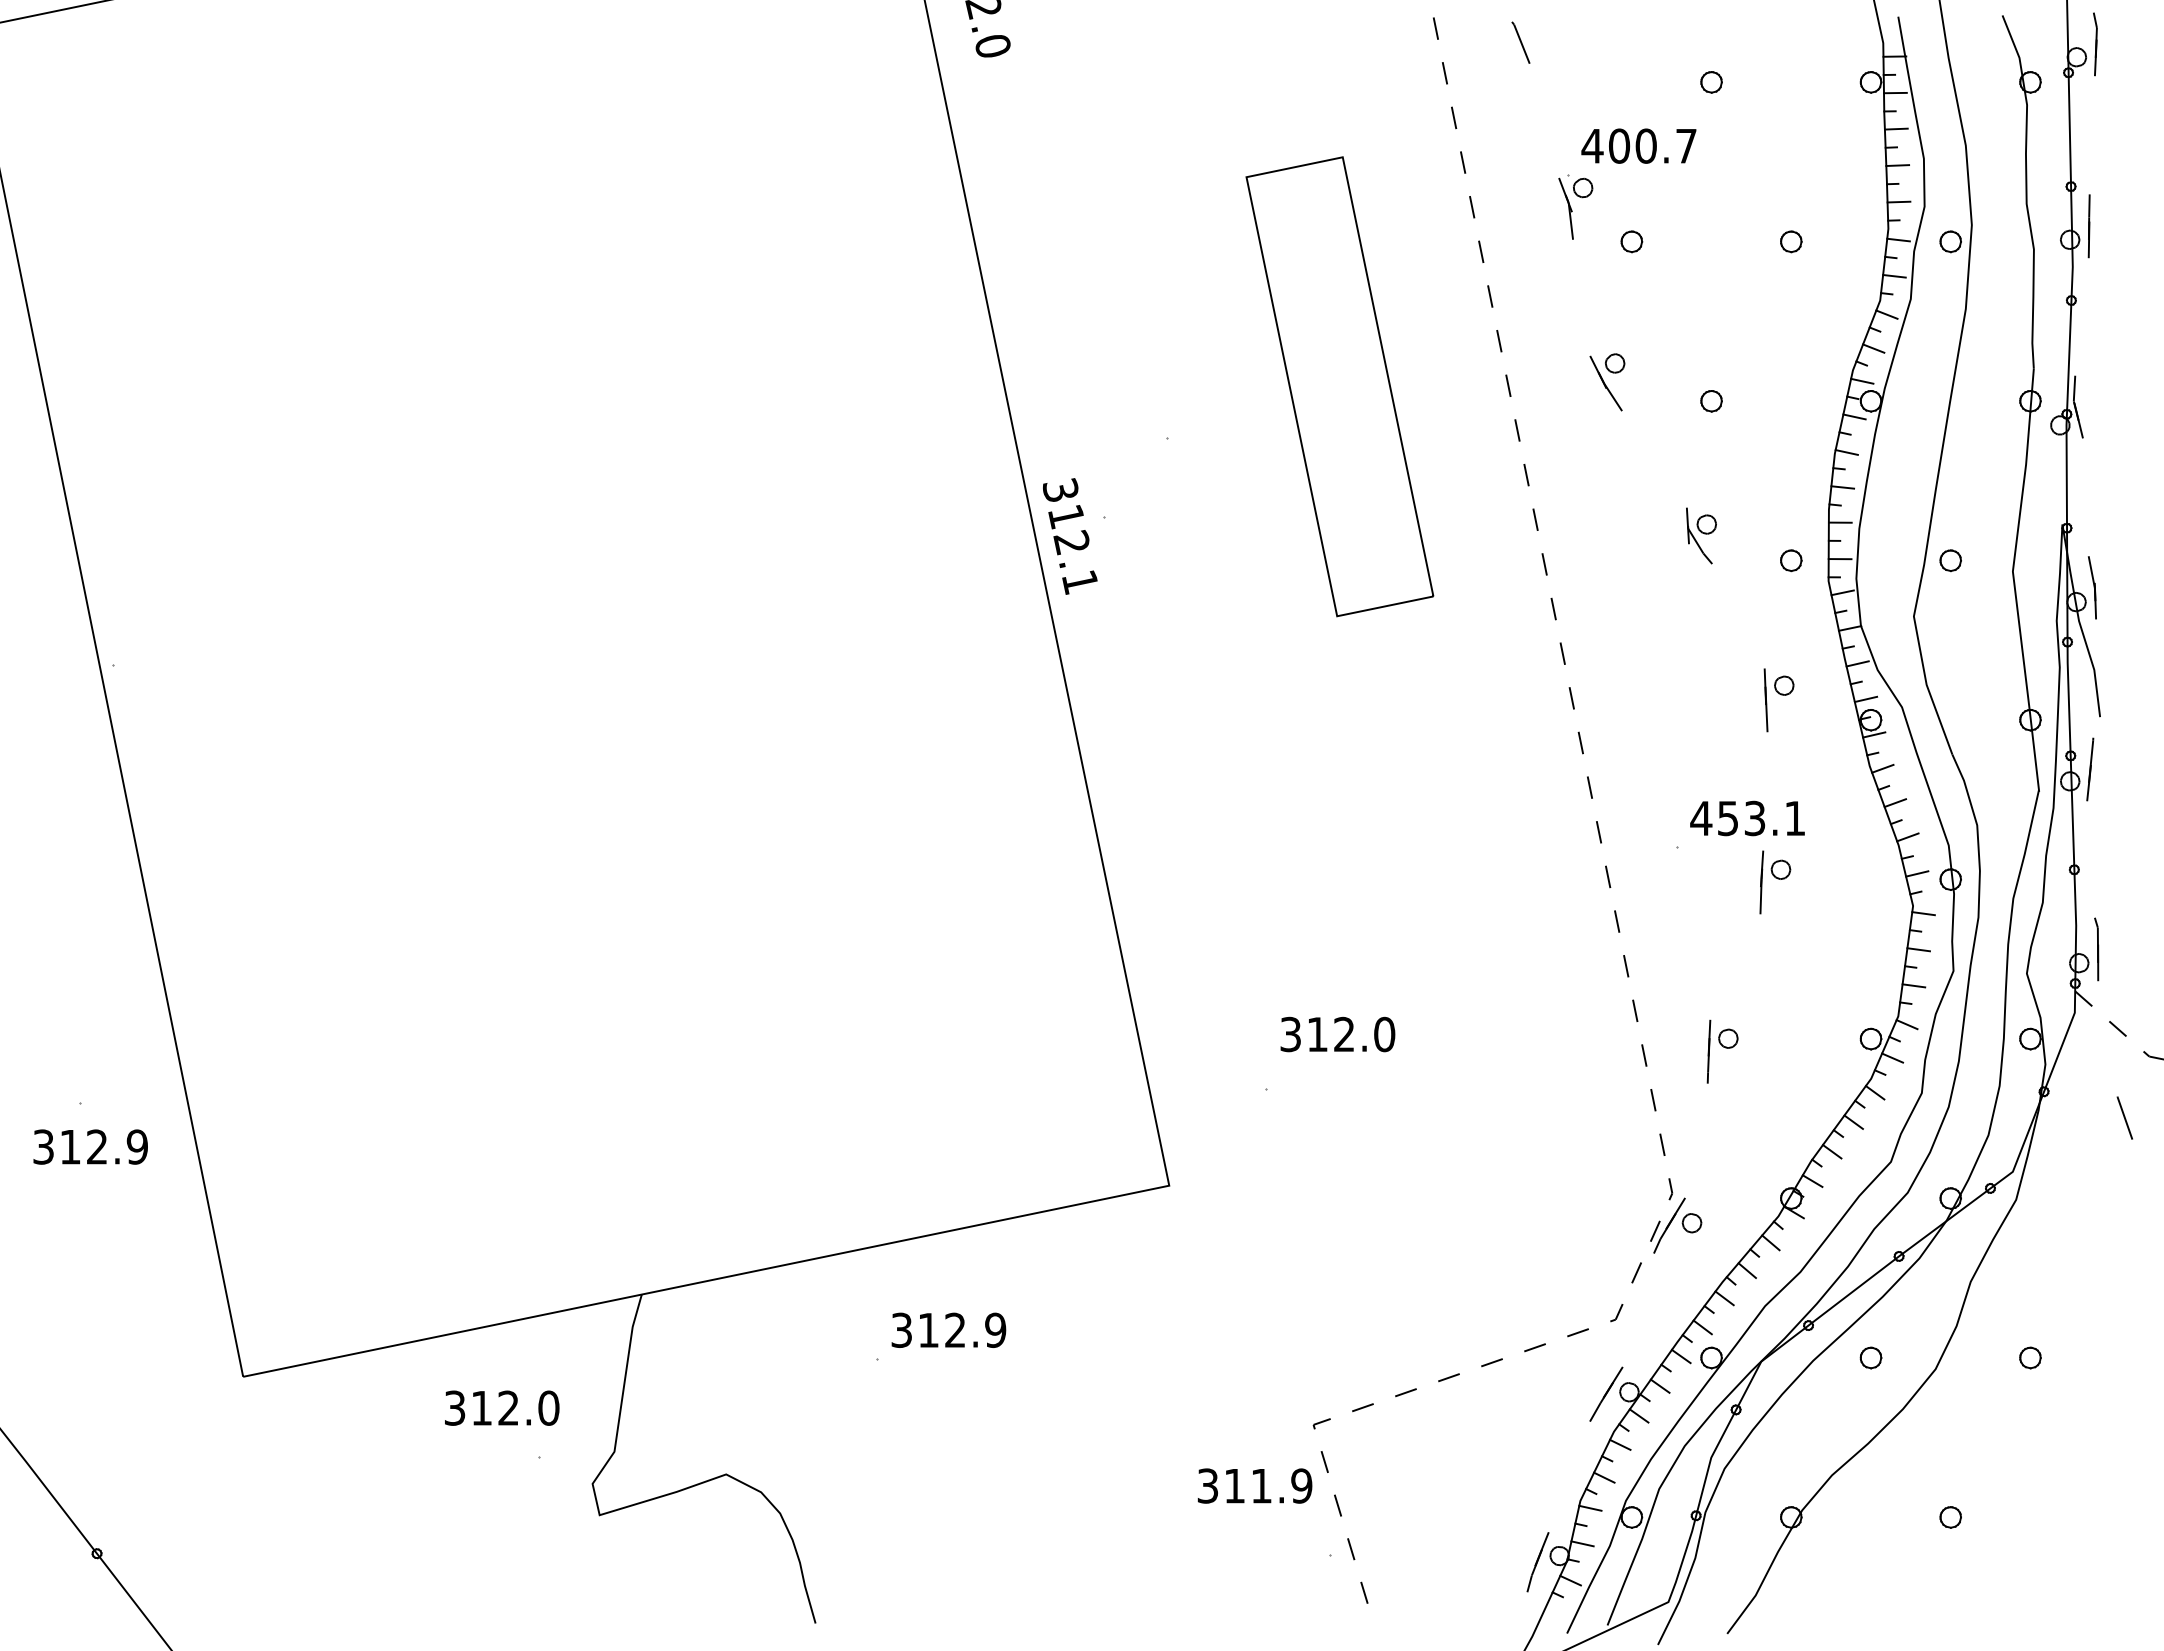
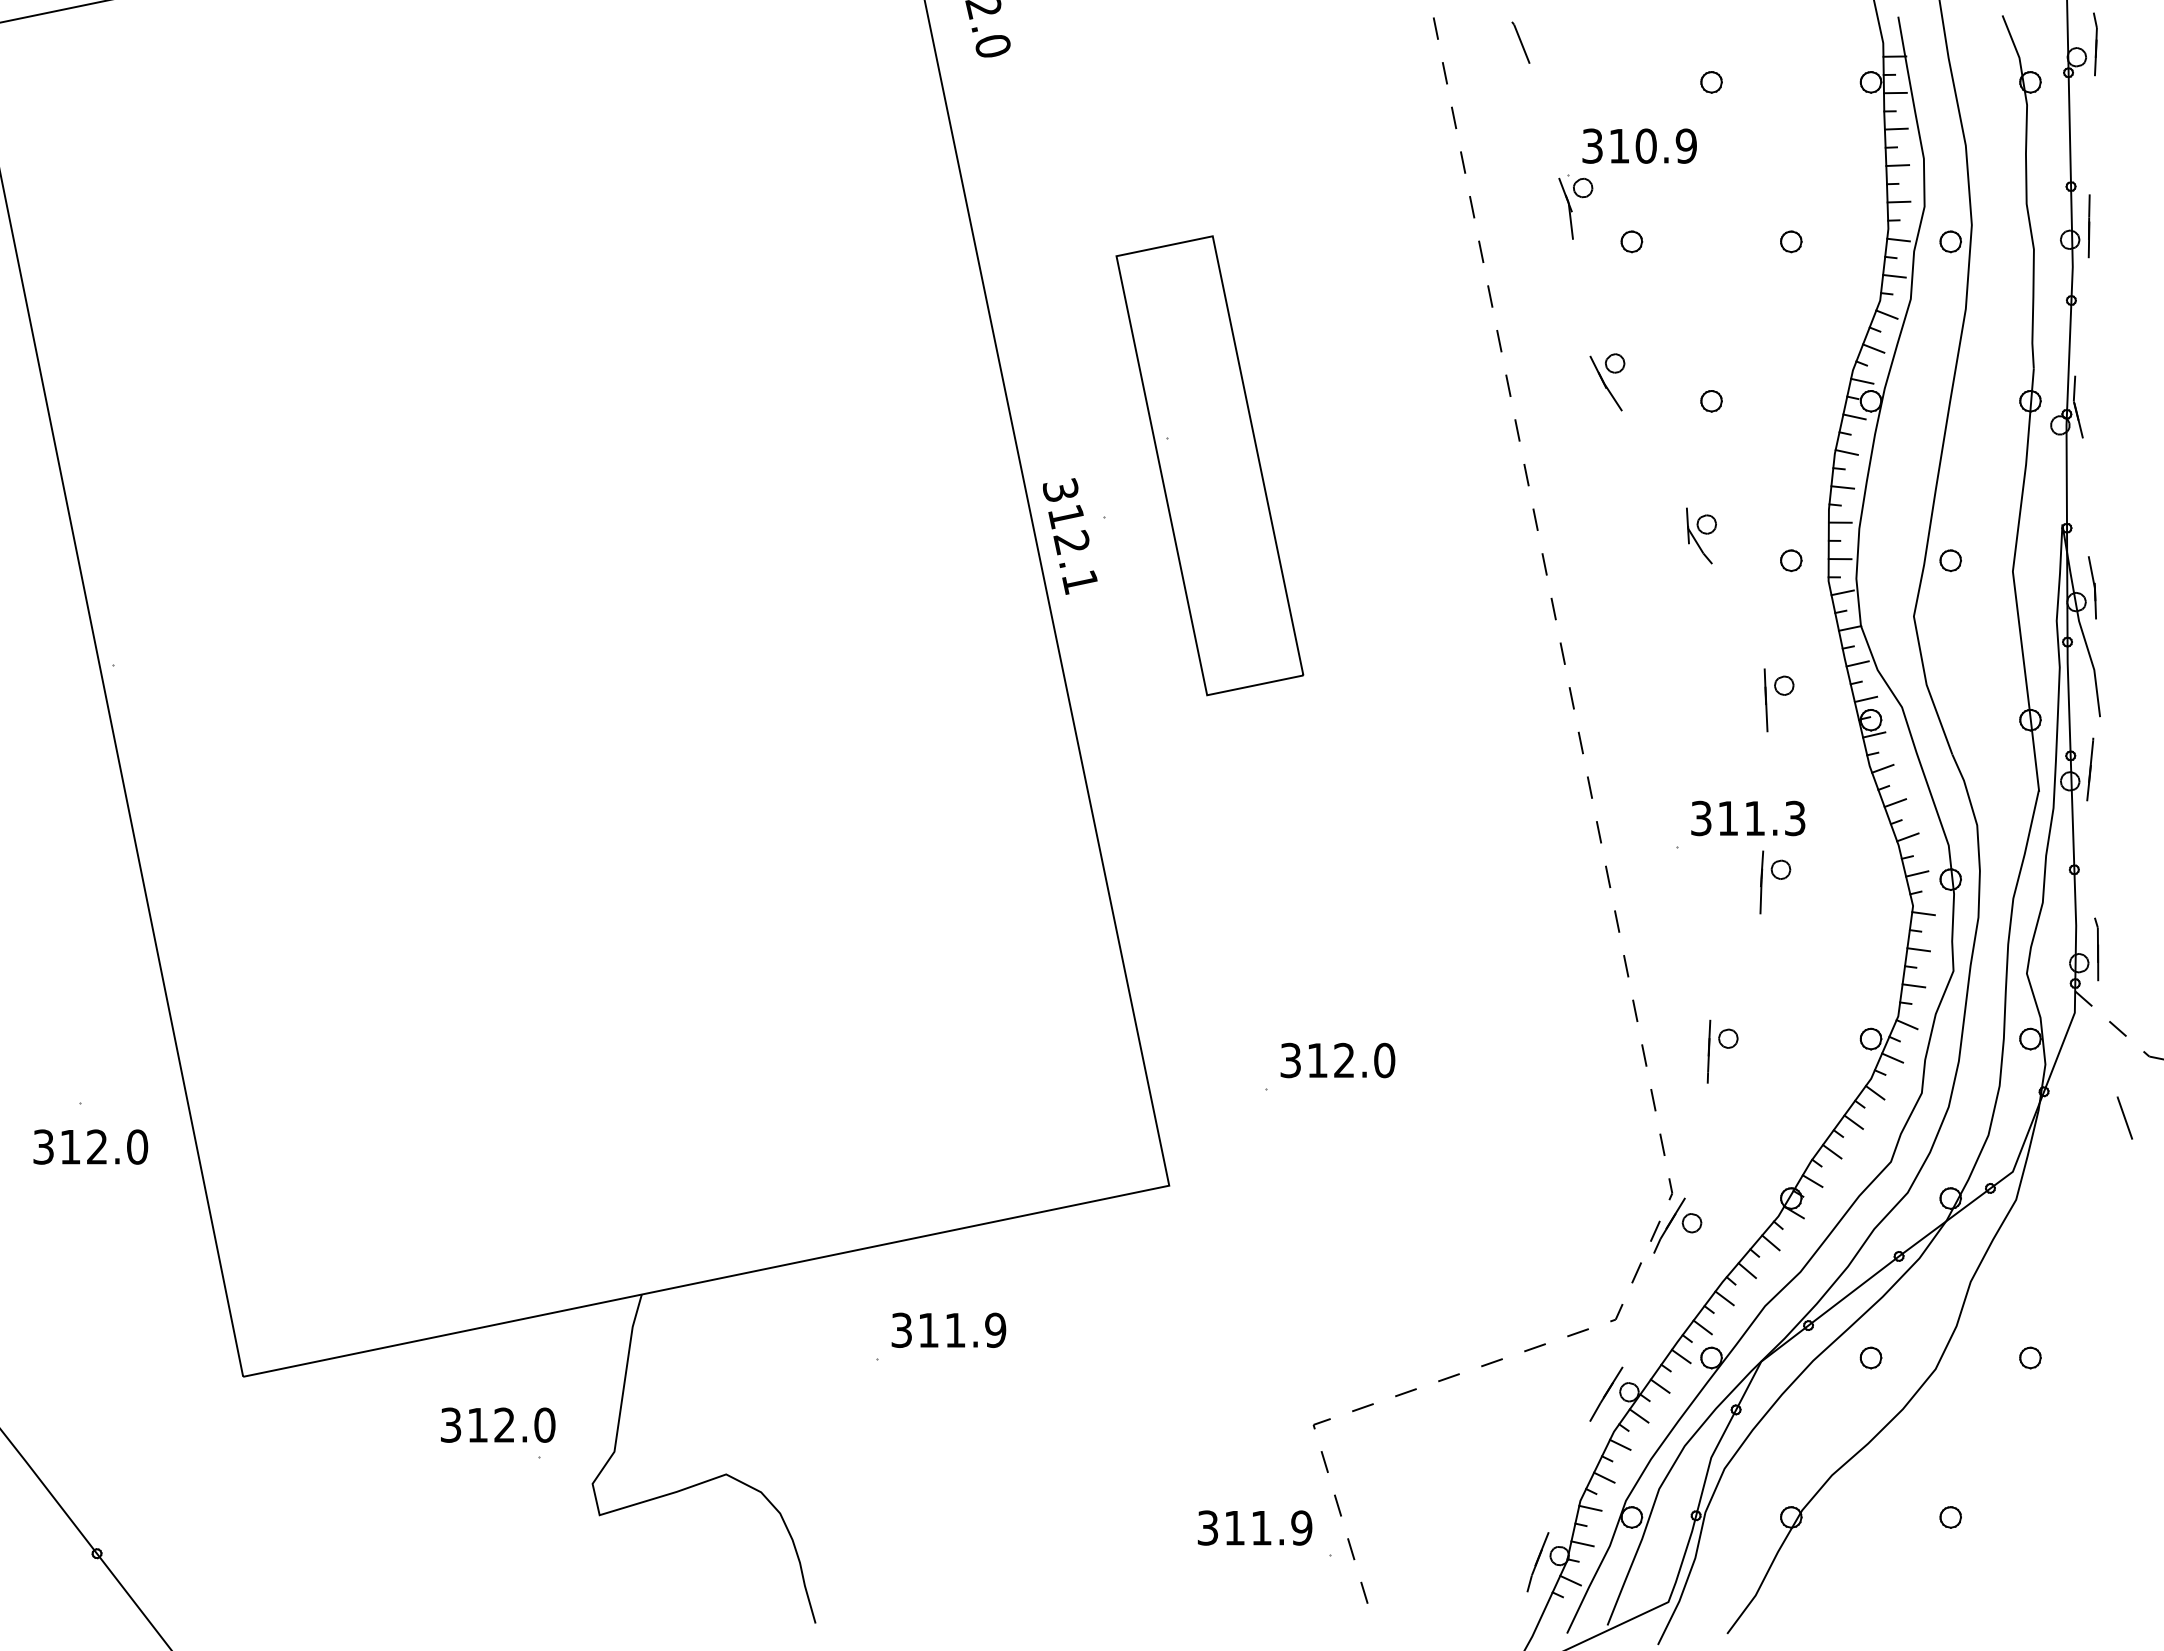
text at (1638, 145): 400.7 -> 310.9
part at (1339, 386) position: (1339, 386) -> (1209, 465)
text at (1747, 818): 453.1 -> 311.3
text at (1337, 1034) position: (1337, 1034) -> (1337, 1060)
text at (137, 1146): 312.9 -> 312.0
text at (955, 1329): 312.9 -> 311.9
text at (502, 1407) position: (502, 1407) -> (498, 1424)
text at (1254, 1485) position: (1254, 1485) -> (1254, 1527)
